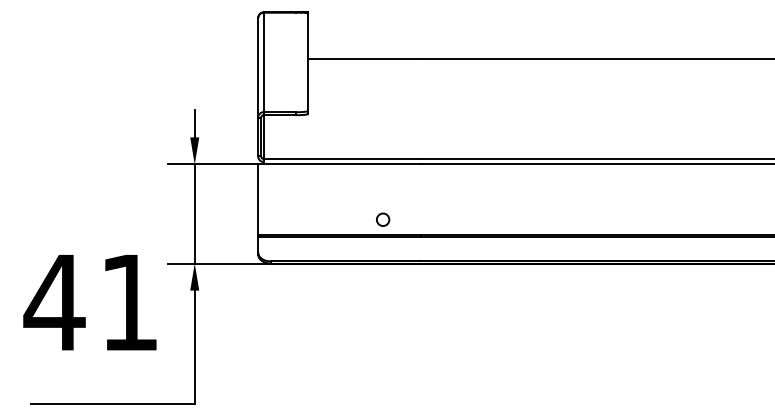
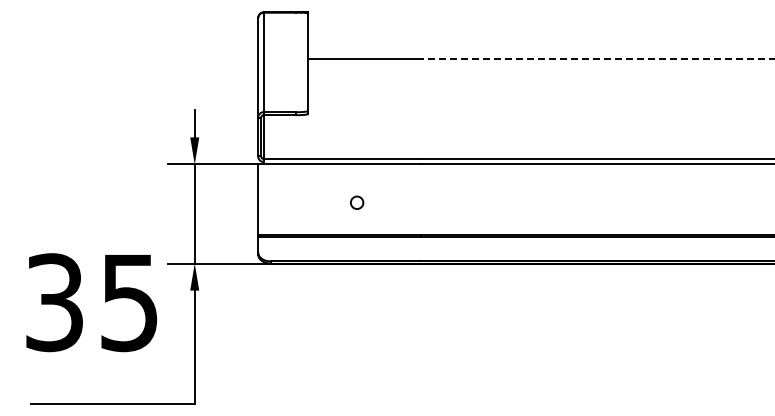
line at (597, 59): solid -> dashed
circle at (383, 219) position: (383, 219) -> (357, 202)
text at (90, 302): 41 -> 35
